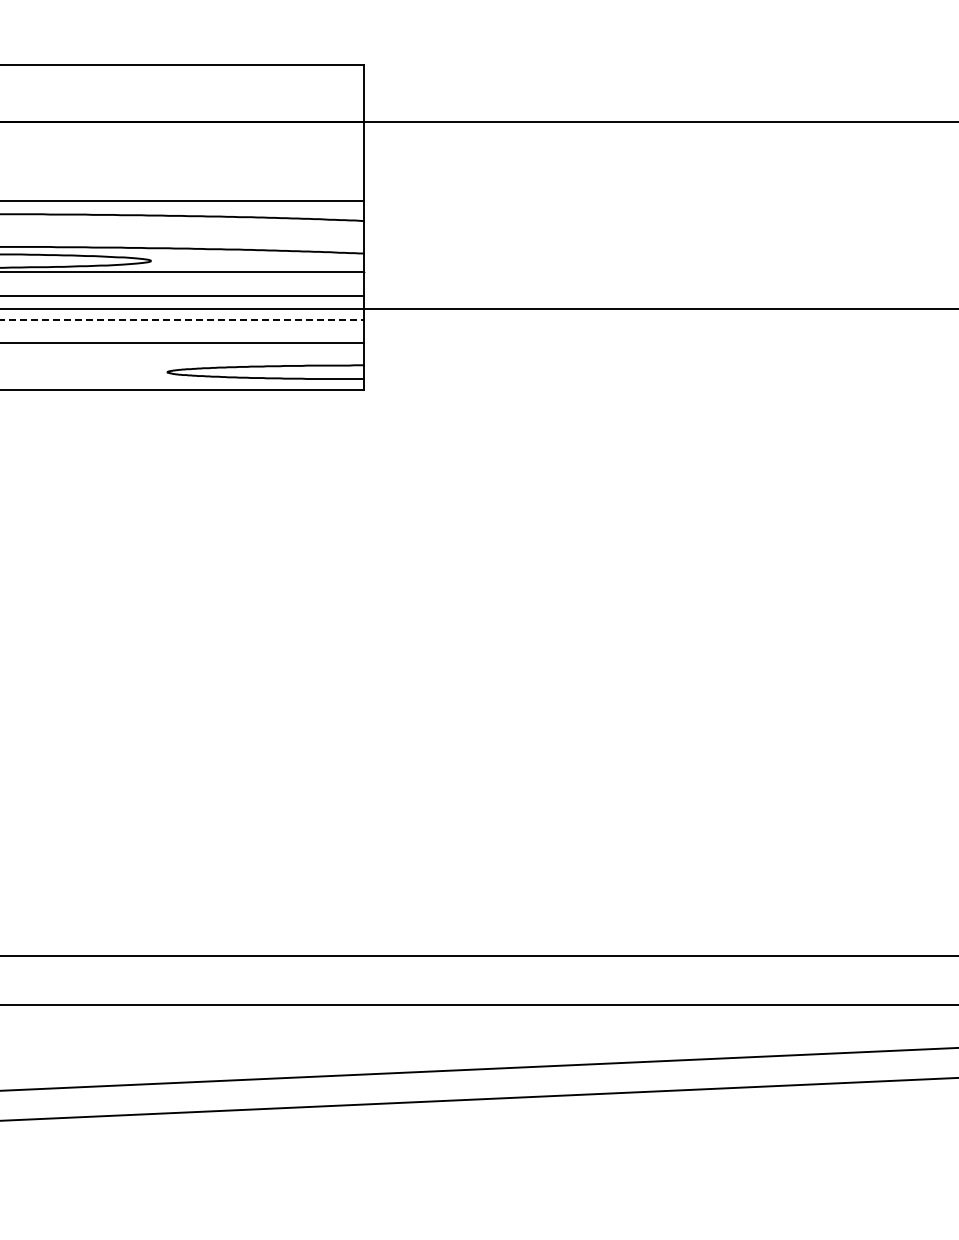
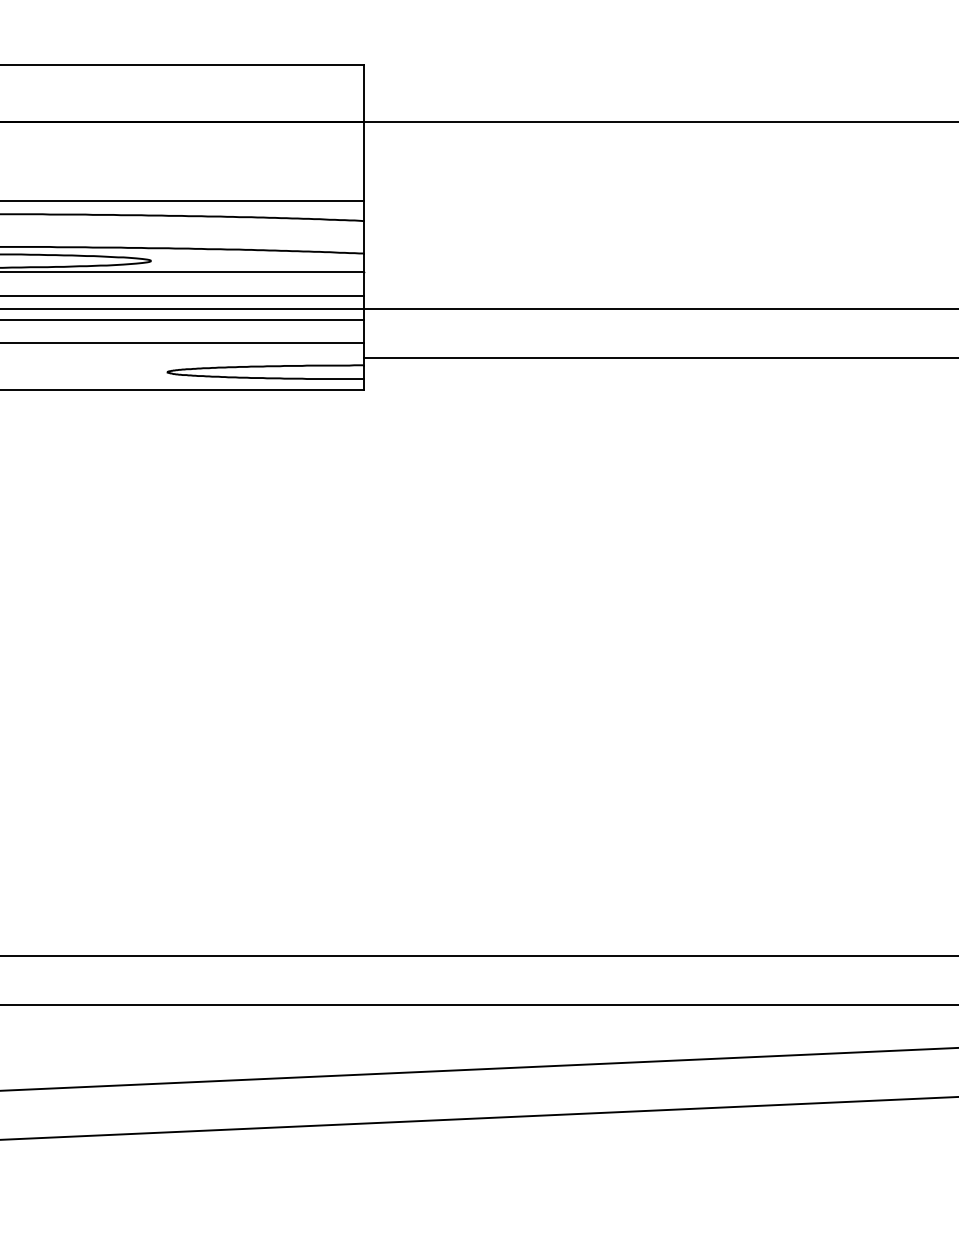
line at (181, 319): dashed -> solid
line at (659, 357): none -> present
line at (478, 1099) position: (478, 1099) -> (478, 1118)
